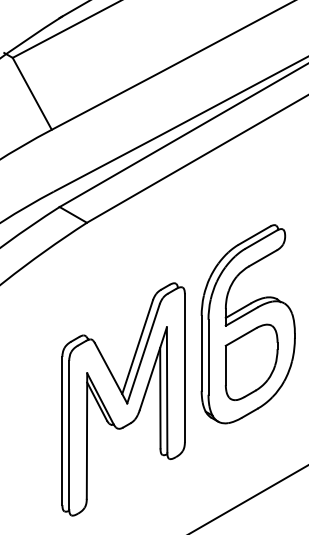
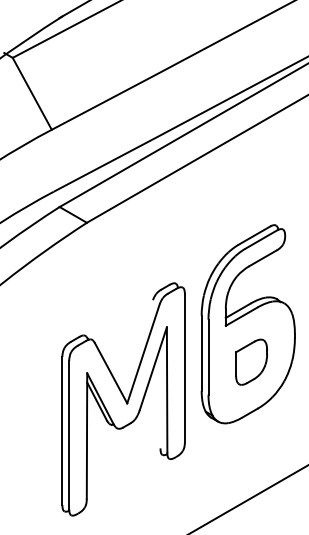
line at (137, 347): present -> none
part at (251, 361) size: 55x78 px -> 33x48 px
line at (160, 397): present -> none
